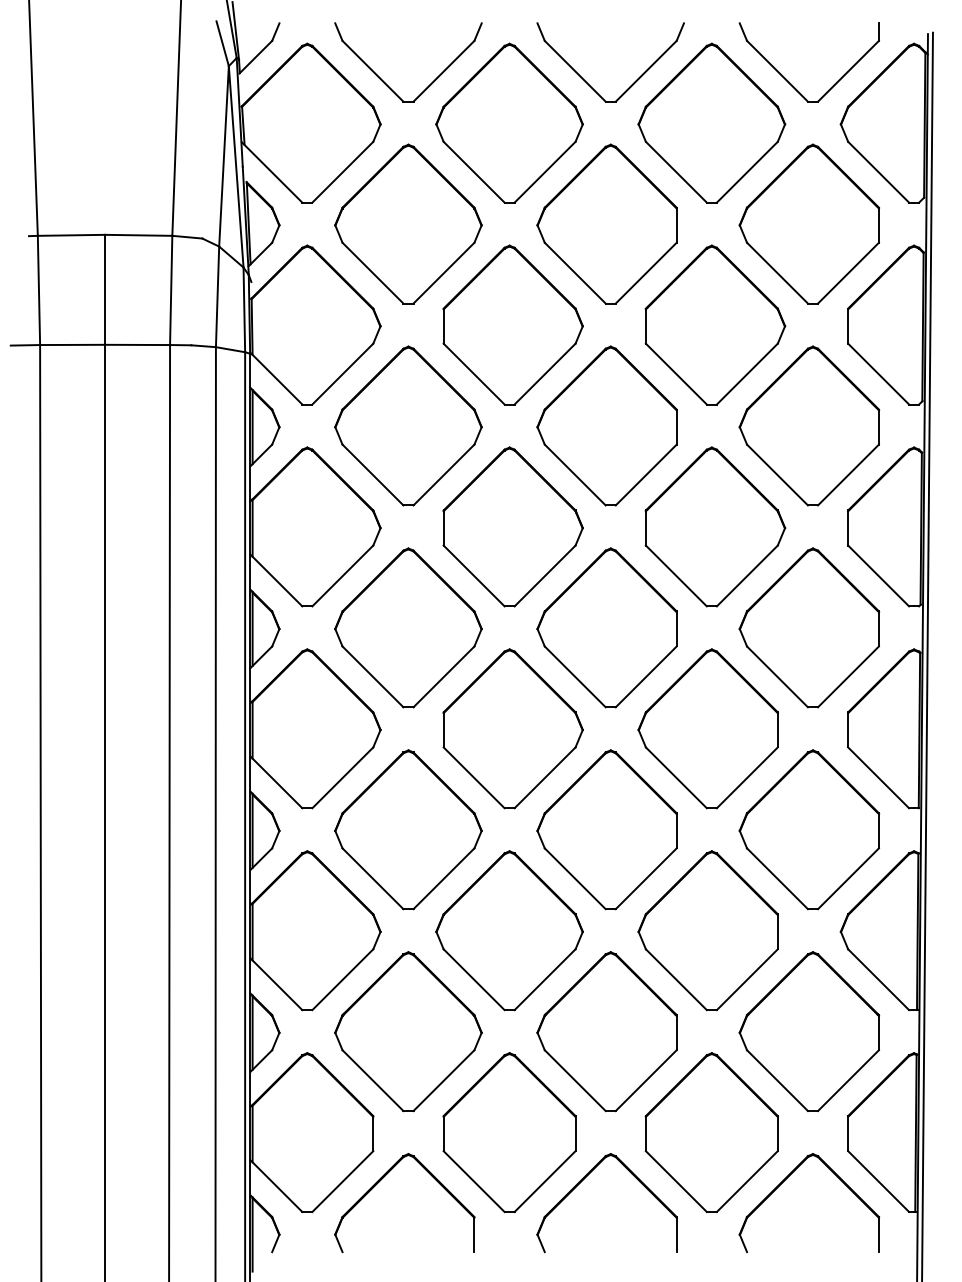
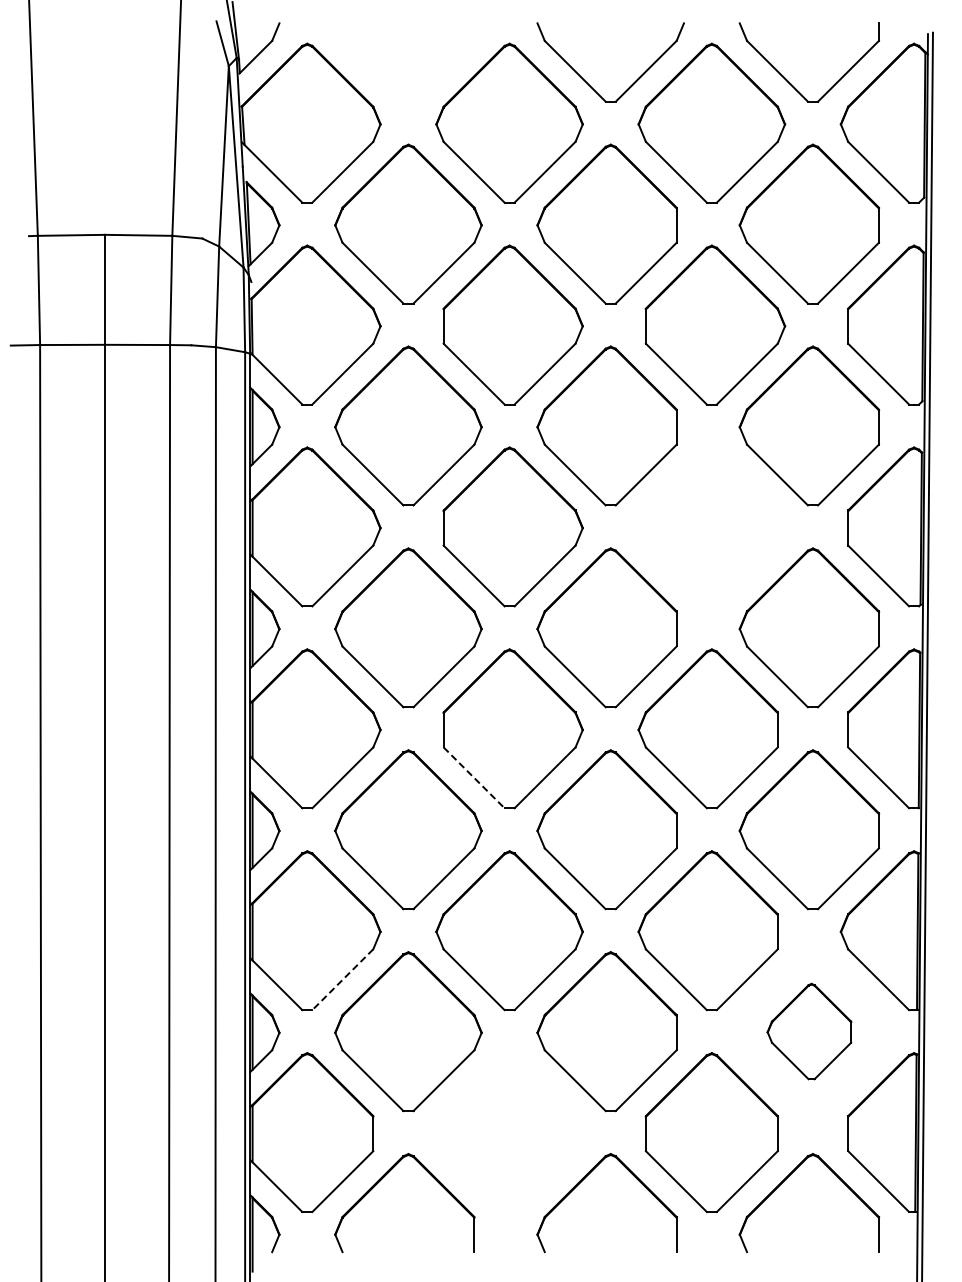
part at (386, 83): present -> none
part at (715, 526): present -> none
line at (474, 778): solid -> dashed
line at (342, 980): solid -> dashed
part at (809, 1031) size: 143x161 px -> 87x99 px
part at (509, 1132): present -> none
